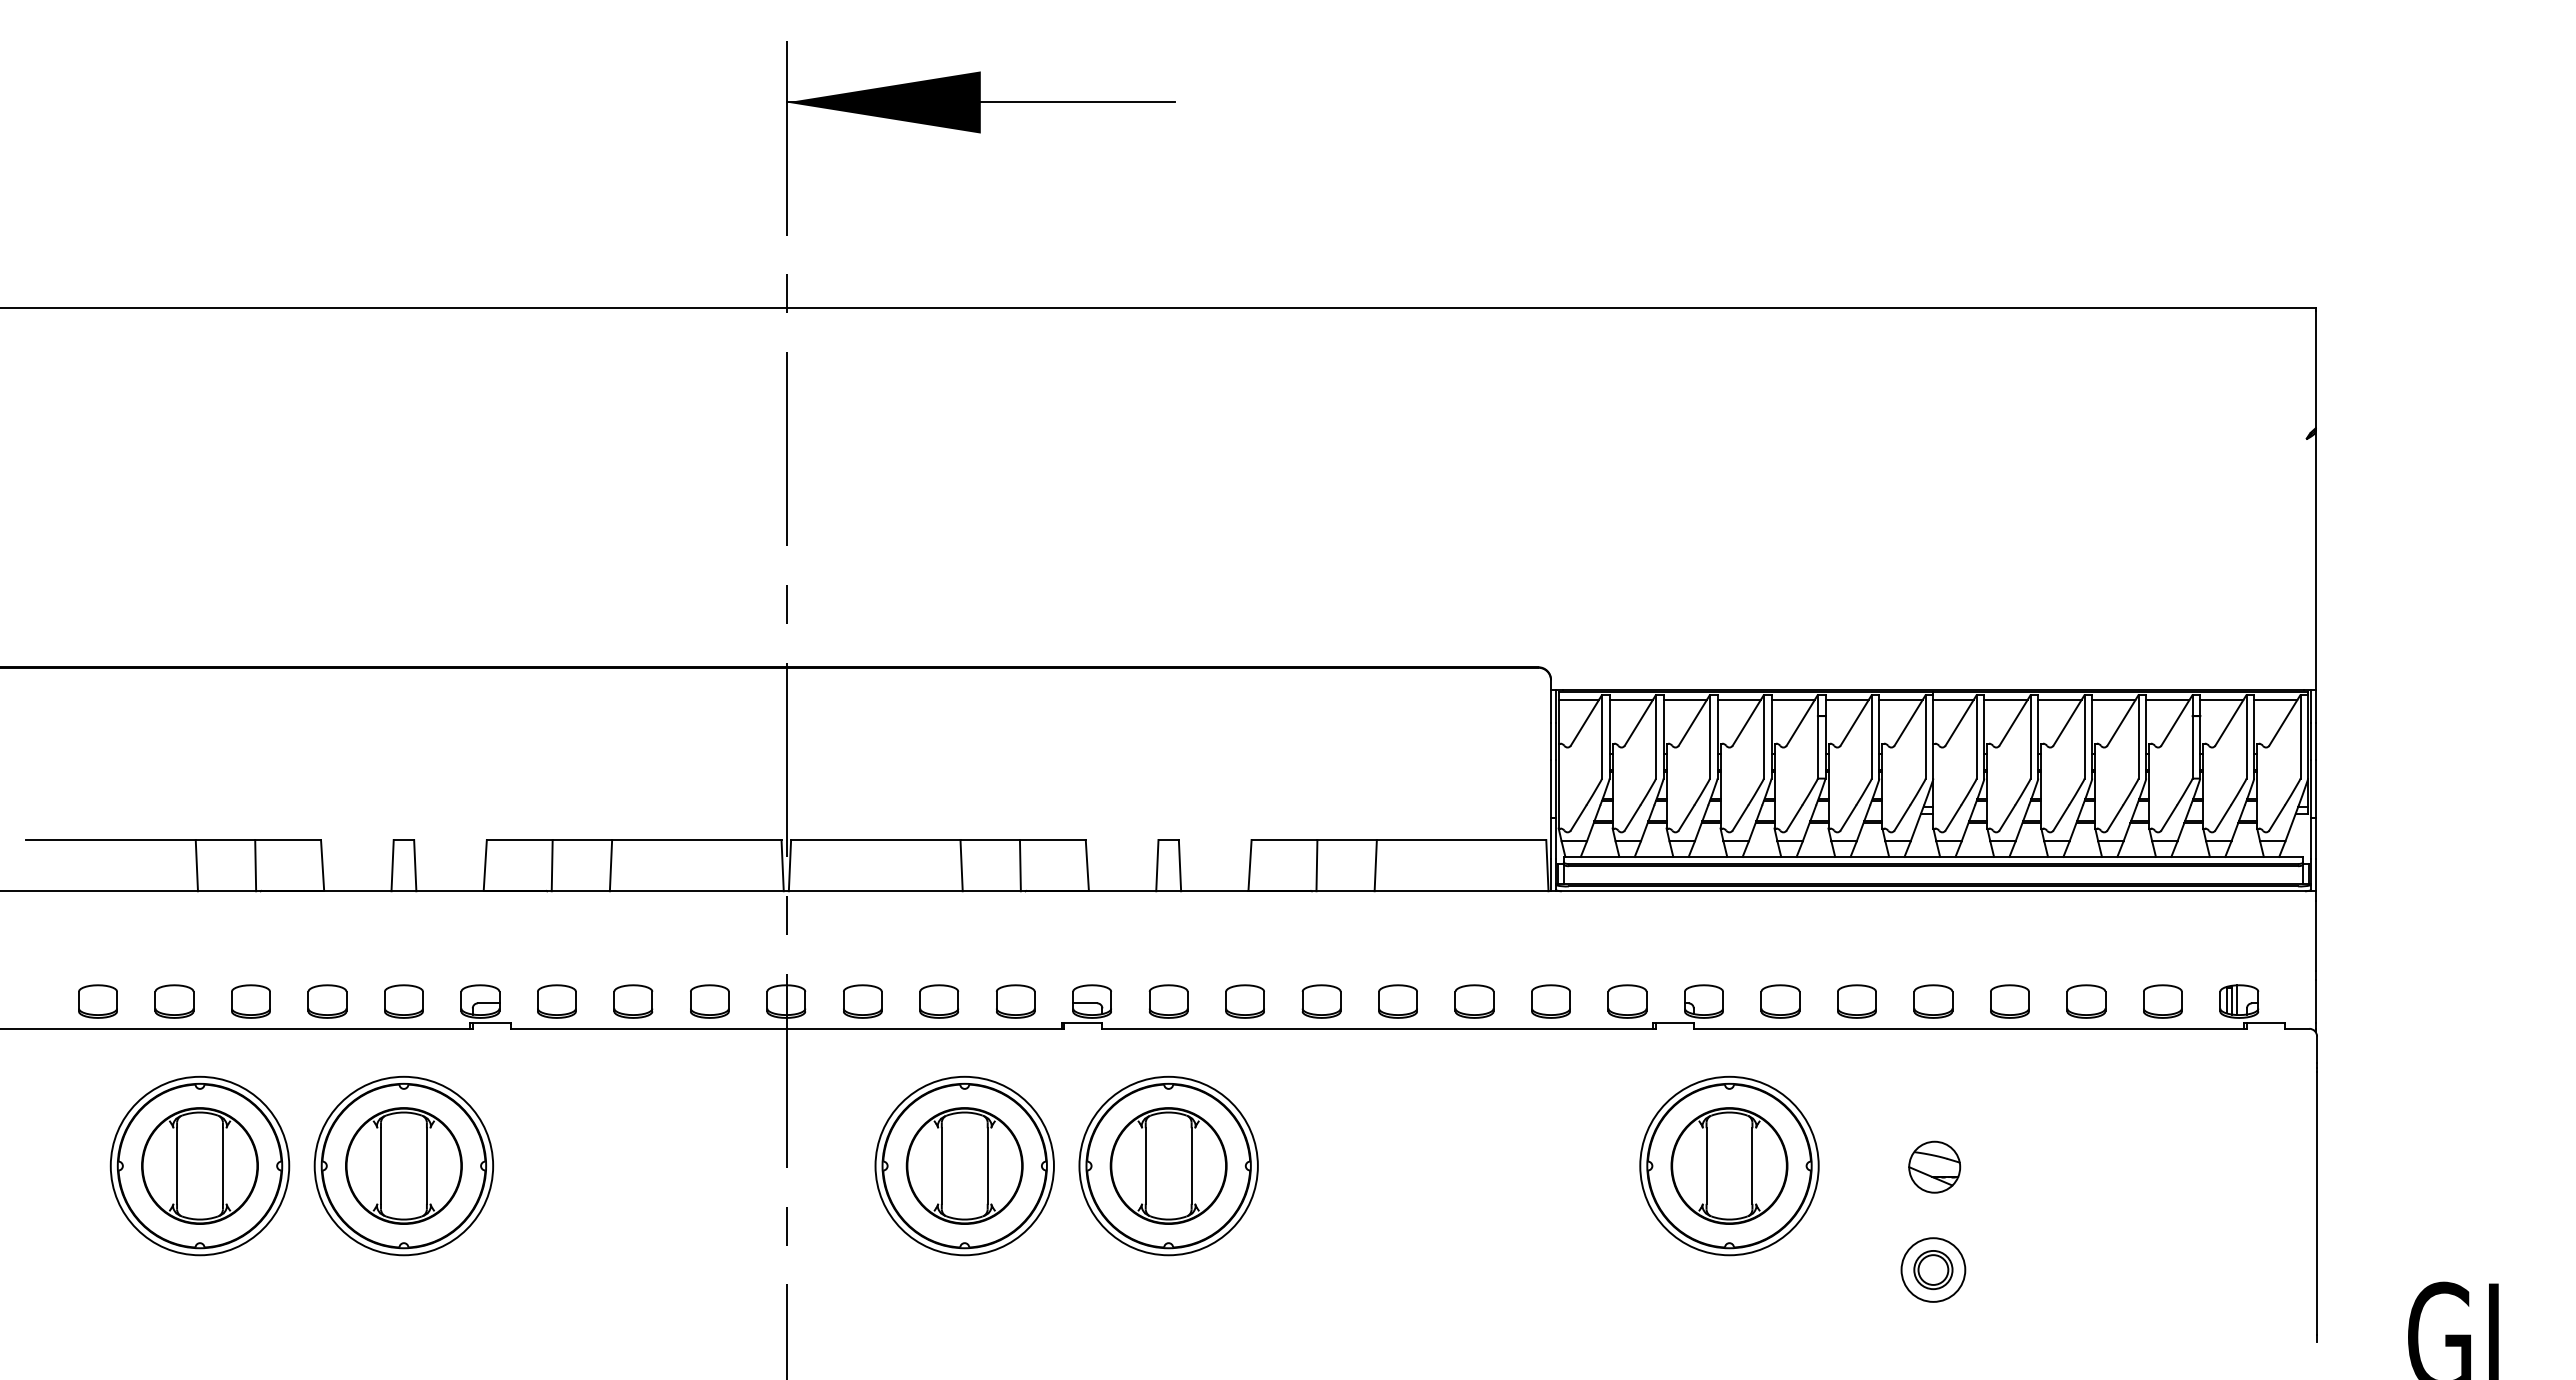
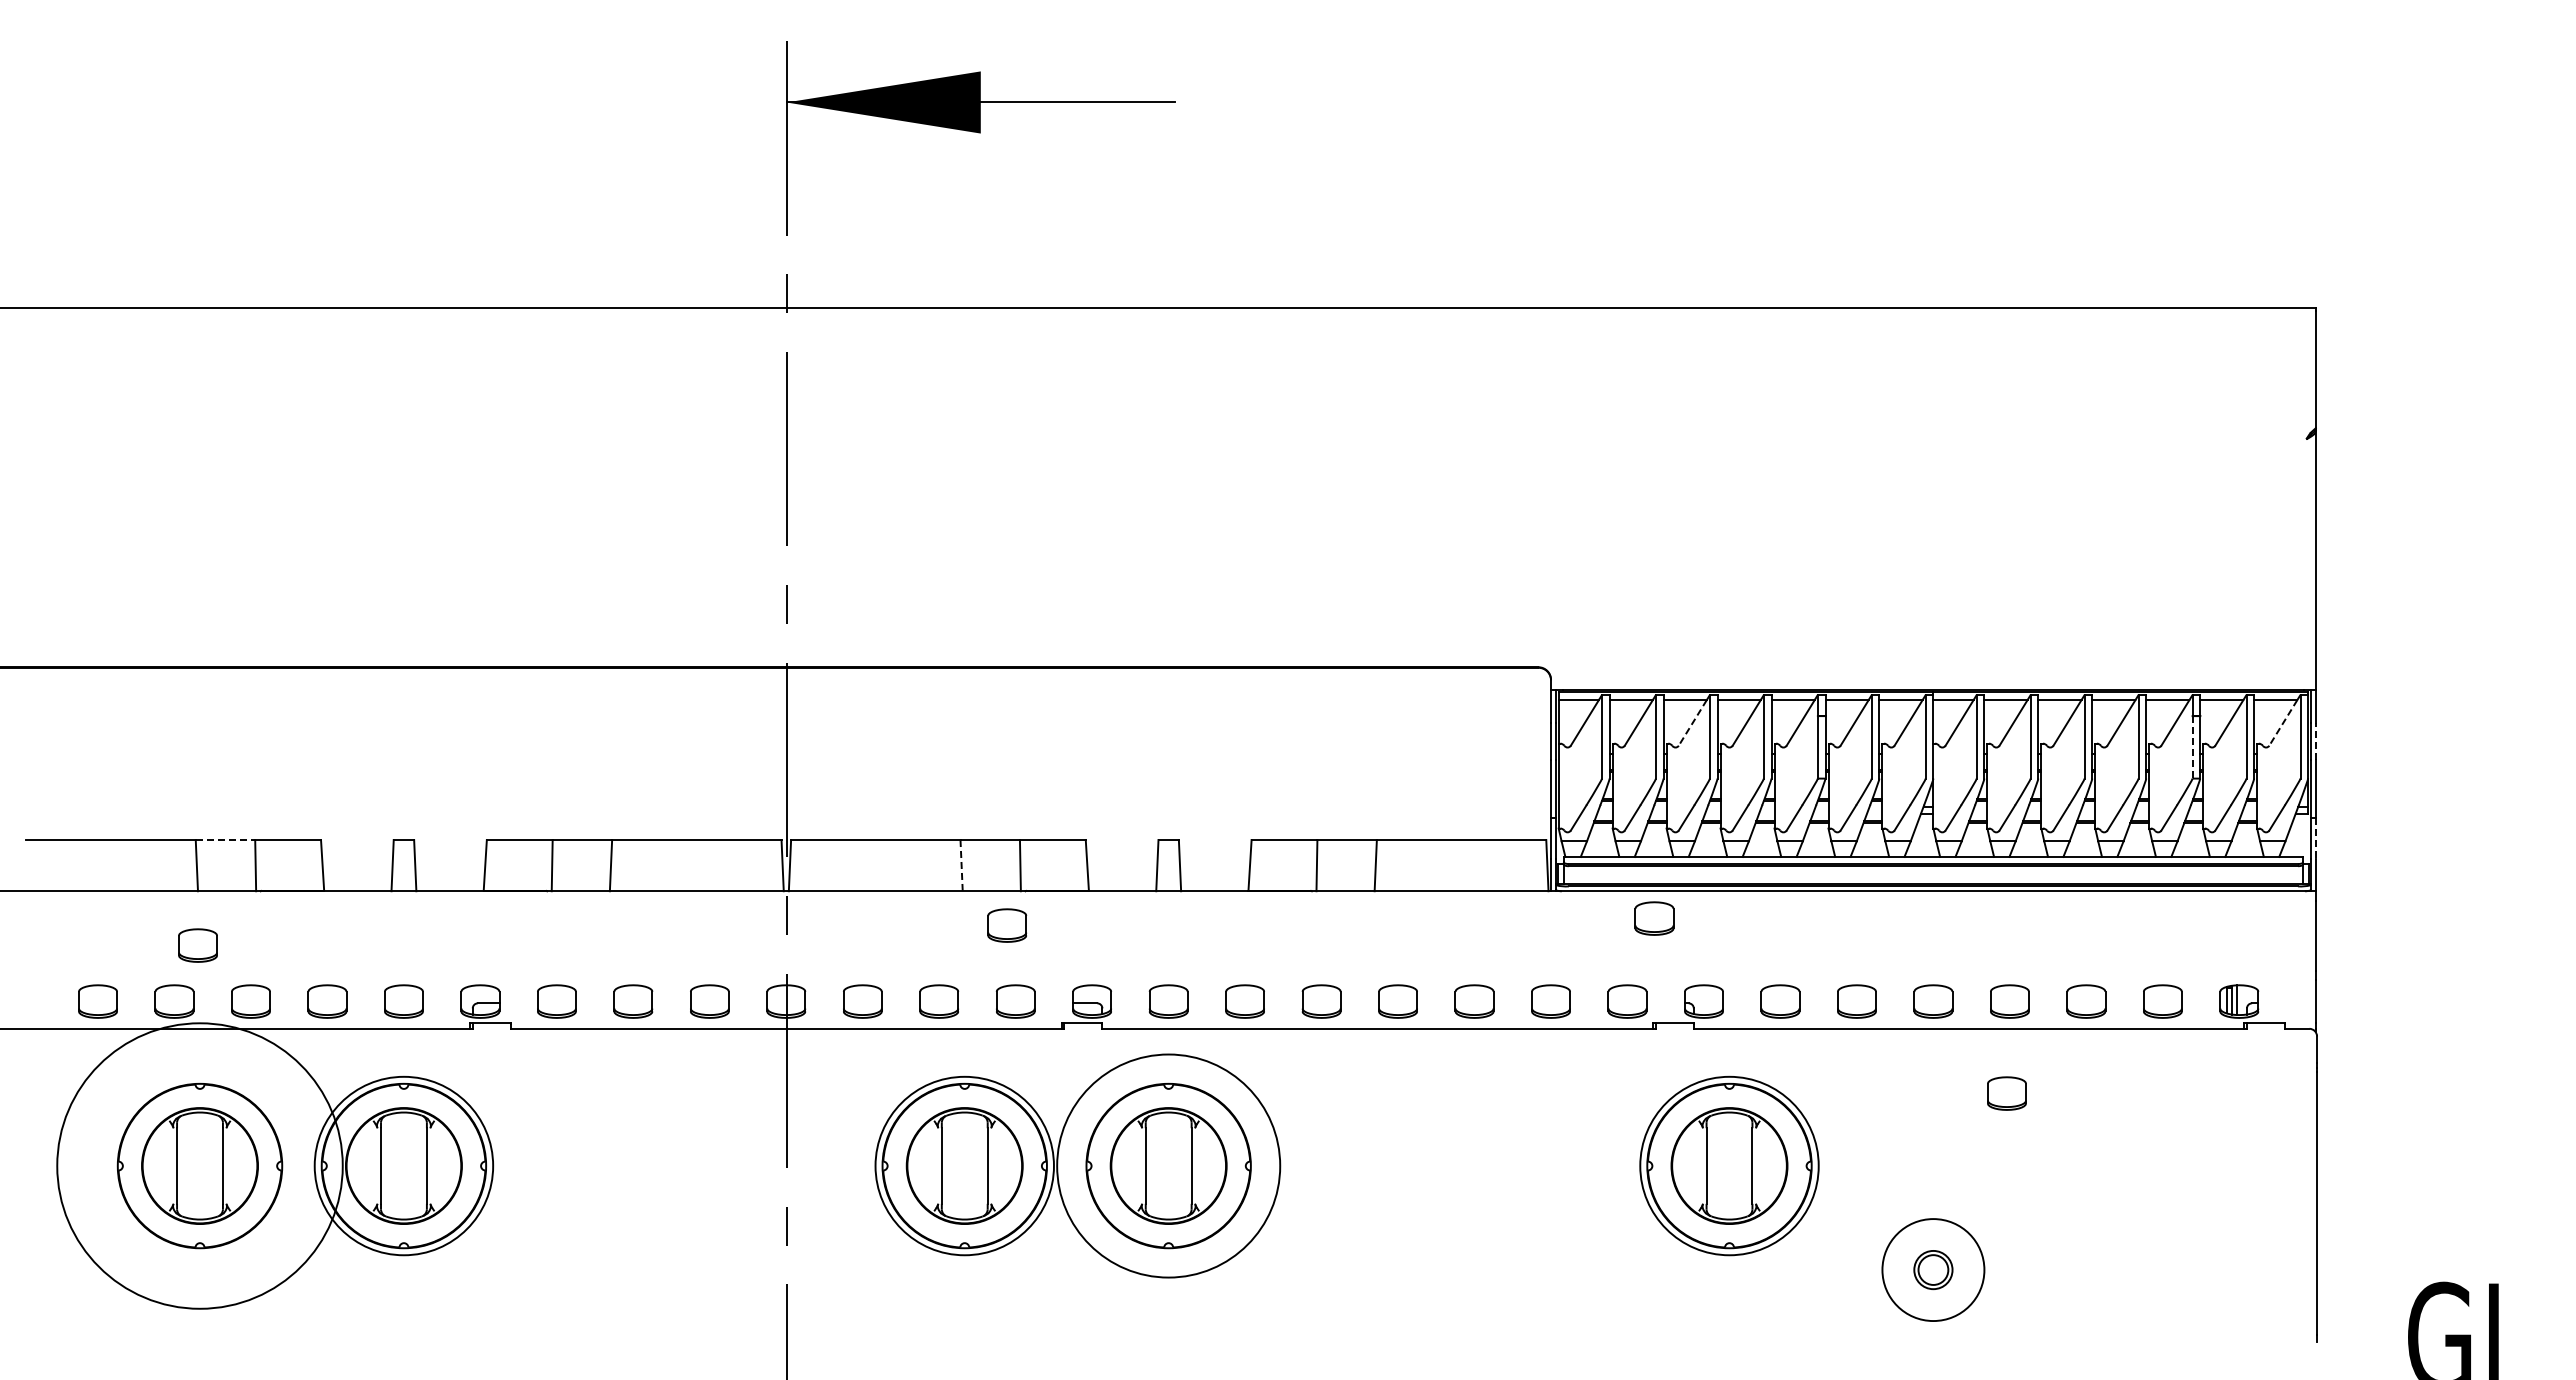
line at (1692, 722): solid -> dashed
line at (2283, 722): solid -> dashed
line at (2315, 741): solid -> dashed
line at (2192, 747): solid -> dashed
line at (2315, 838): solid -> dashed
line at (225, 840): solid -> dashed
line at (961, 865): solid -> dashed
part at (1654, 918): none -> present
part at (1007, 925): none -> present
part at (197, 945): none -> present
part at (2006, 1093): none -> present
circle at (199, 1165) diameter: 178 px -> 286 px
circle at (1168, 1165) diameter: 178 px -> 223 px
part at (1934, 1166): present -> none
circle at (1933, 1269) diameter: 64 px -> 102 px
